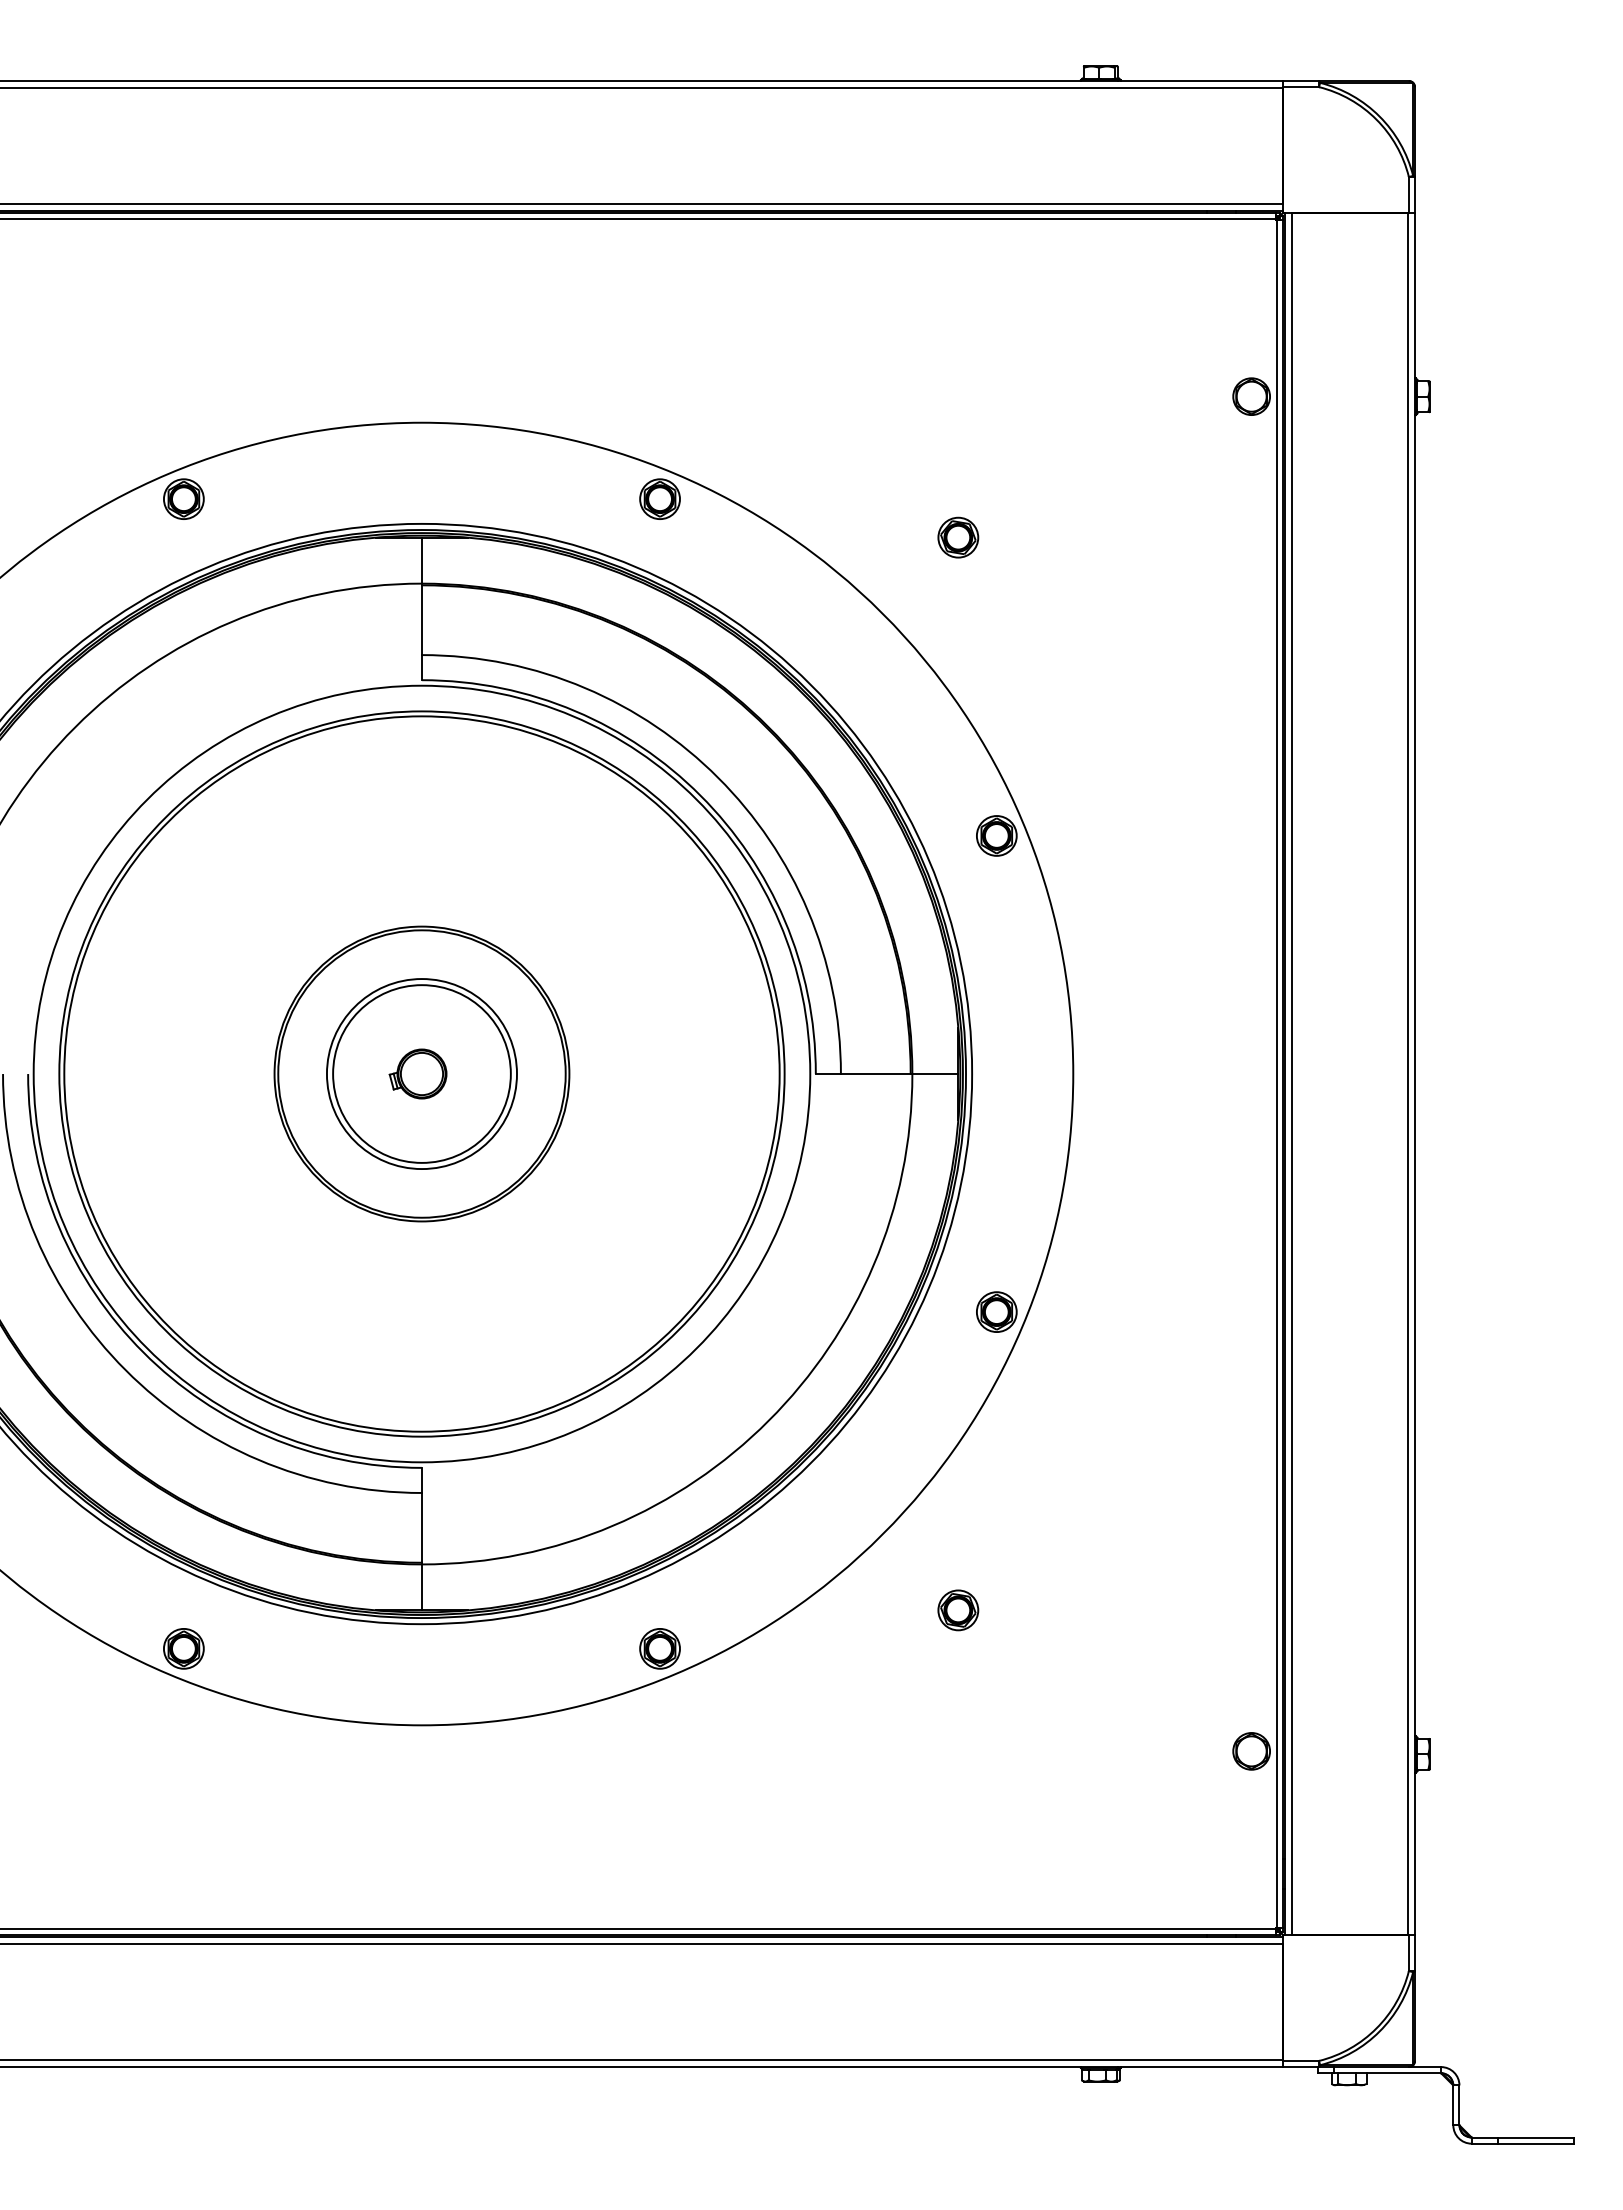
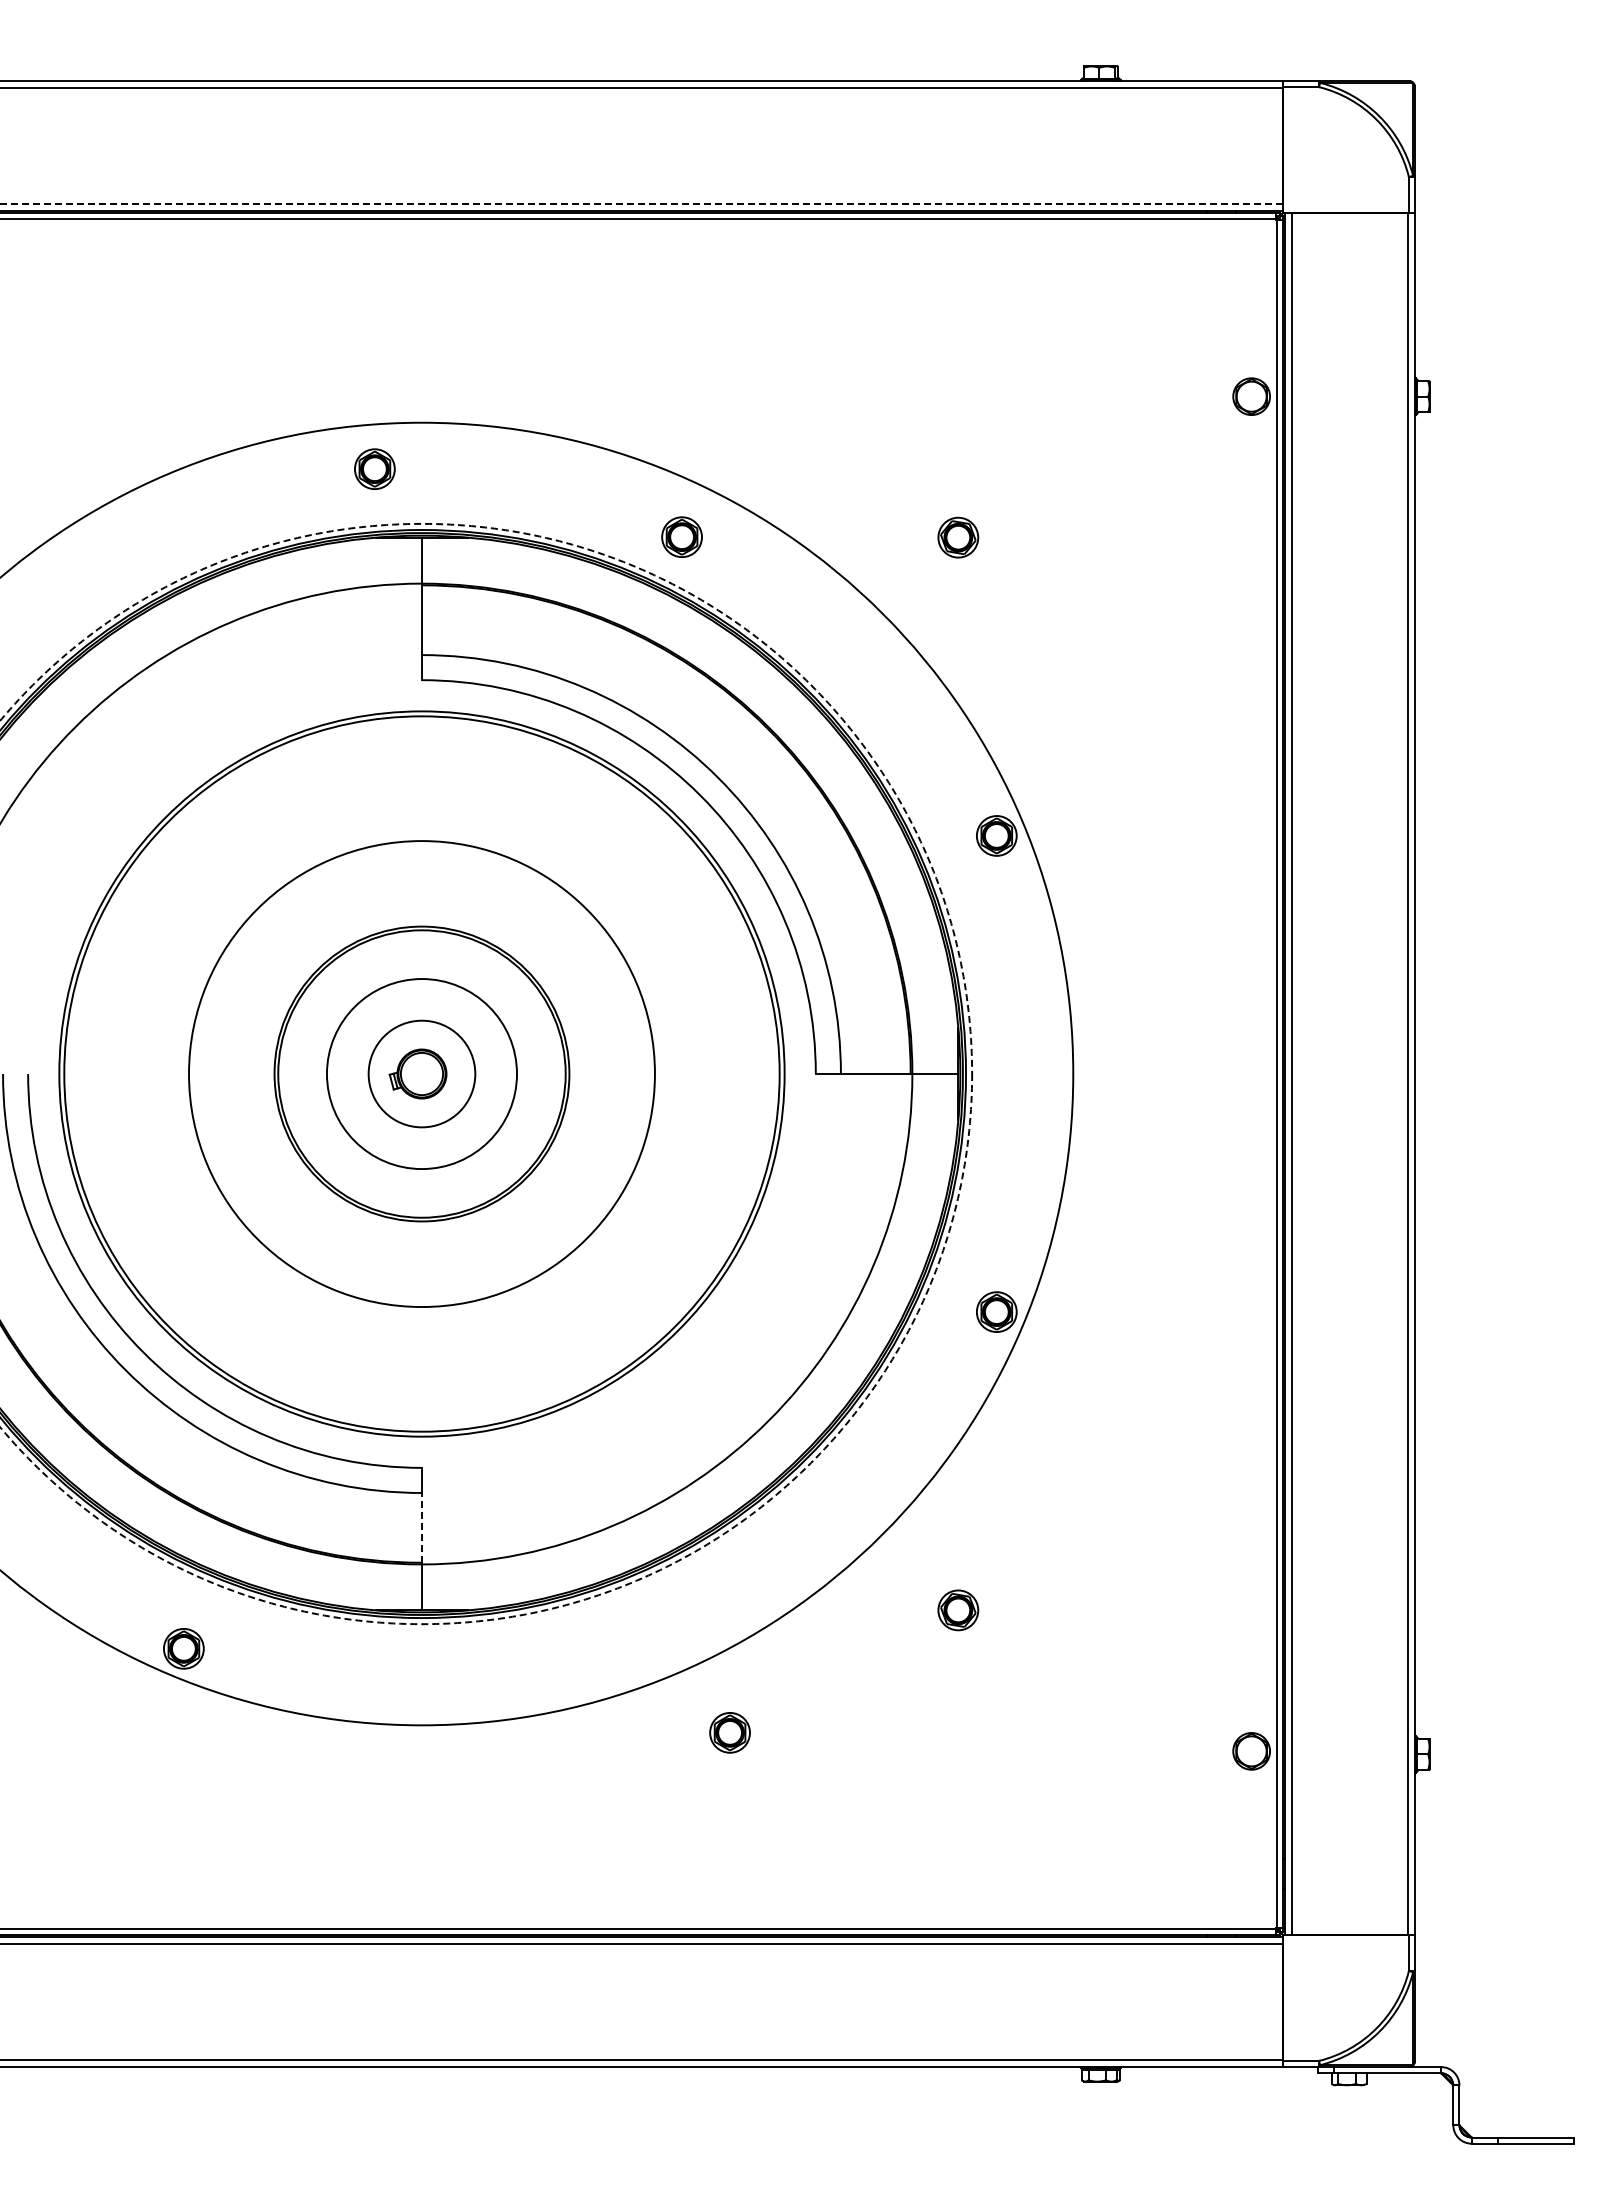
line at (641, 203): solid -> dashed
part at (183, 498) position: (183, 498) -> (374, 468)
part at (659, 498) position: (659, 498) -> (681, 536)
circle at (421, 1073) diameter: 178 px -> 107 px
circle at (421, 1073) diameter: 777 px -> 466 px
circle at (486, 1073): solid -> dashed
line at (421, 1527): solid -> dashed
part at (659, 1648) position: (659, 1648) -> (729, 1732)
